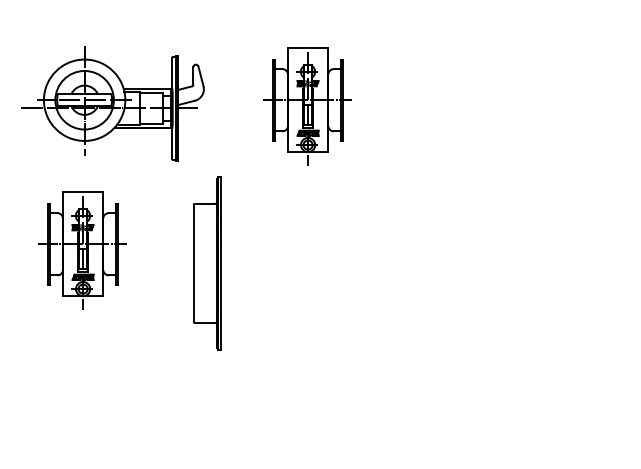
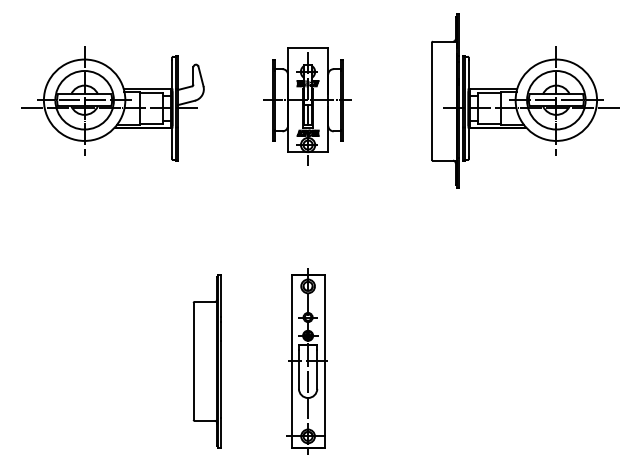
part at (525, 100): none -> present
part at (82, 250): present -> none
part at (206, 263) position: (206, 263) -> (206, 361)
part at (306, 361): none -> present
